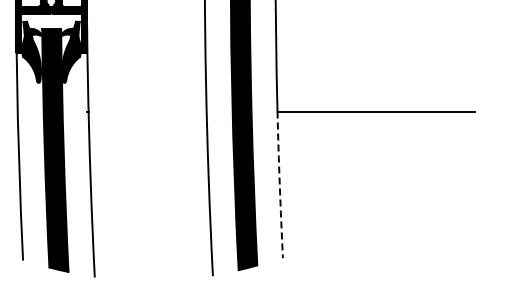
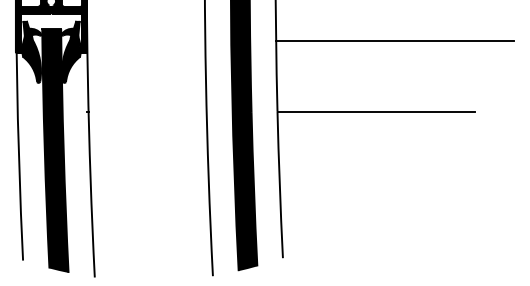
line at (395, 40): none -> present
arc at (279, 184): dashed -> solid
